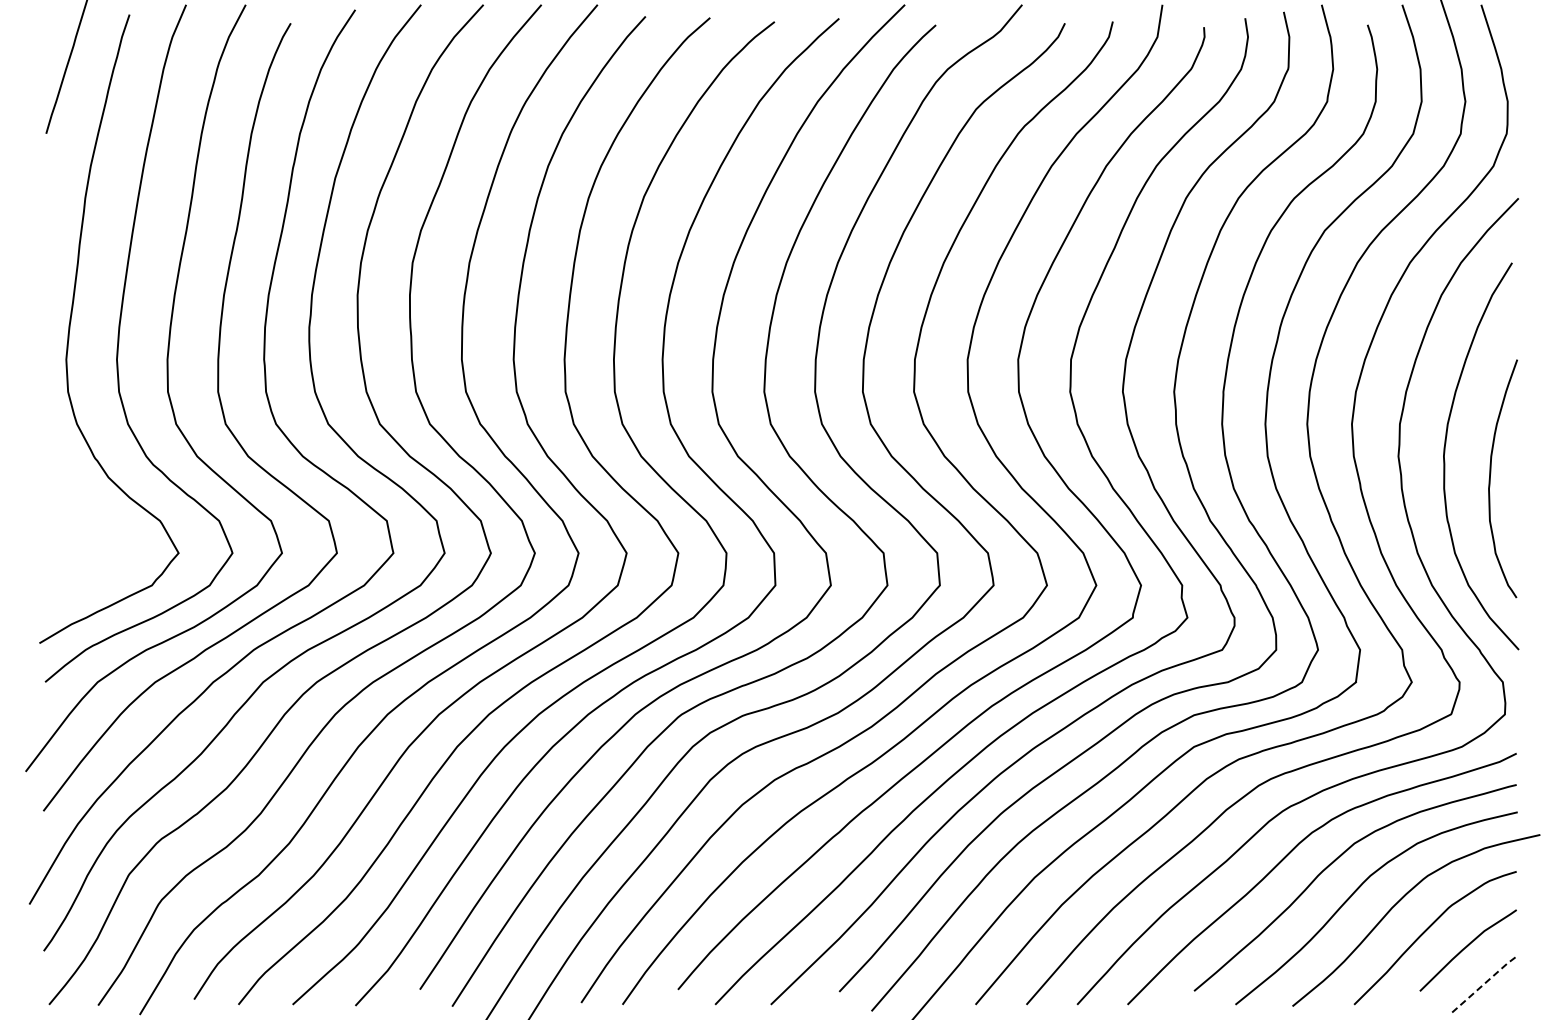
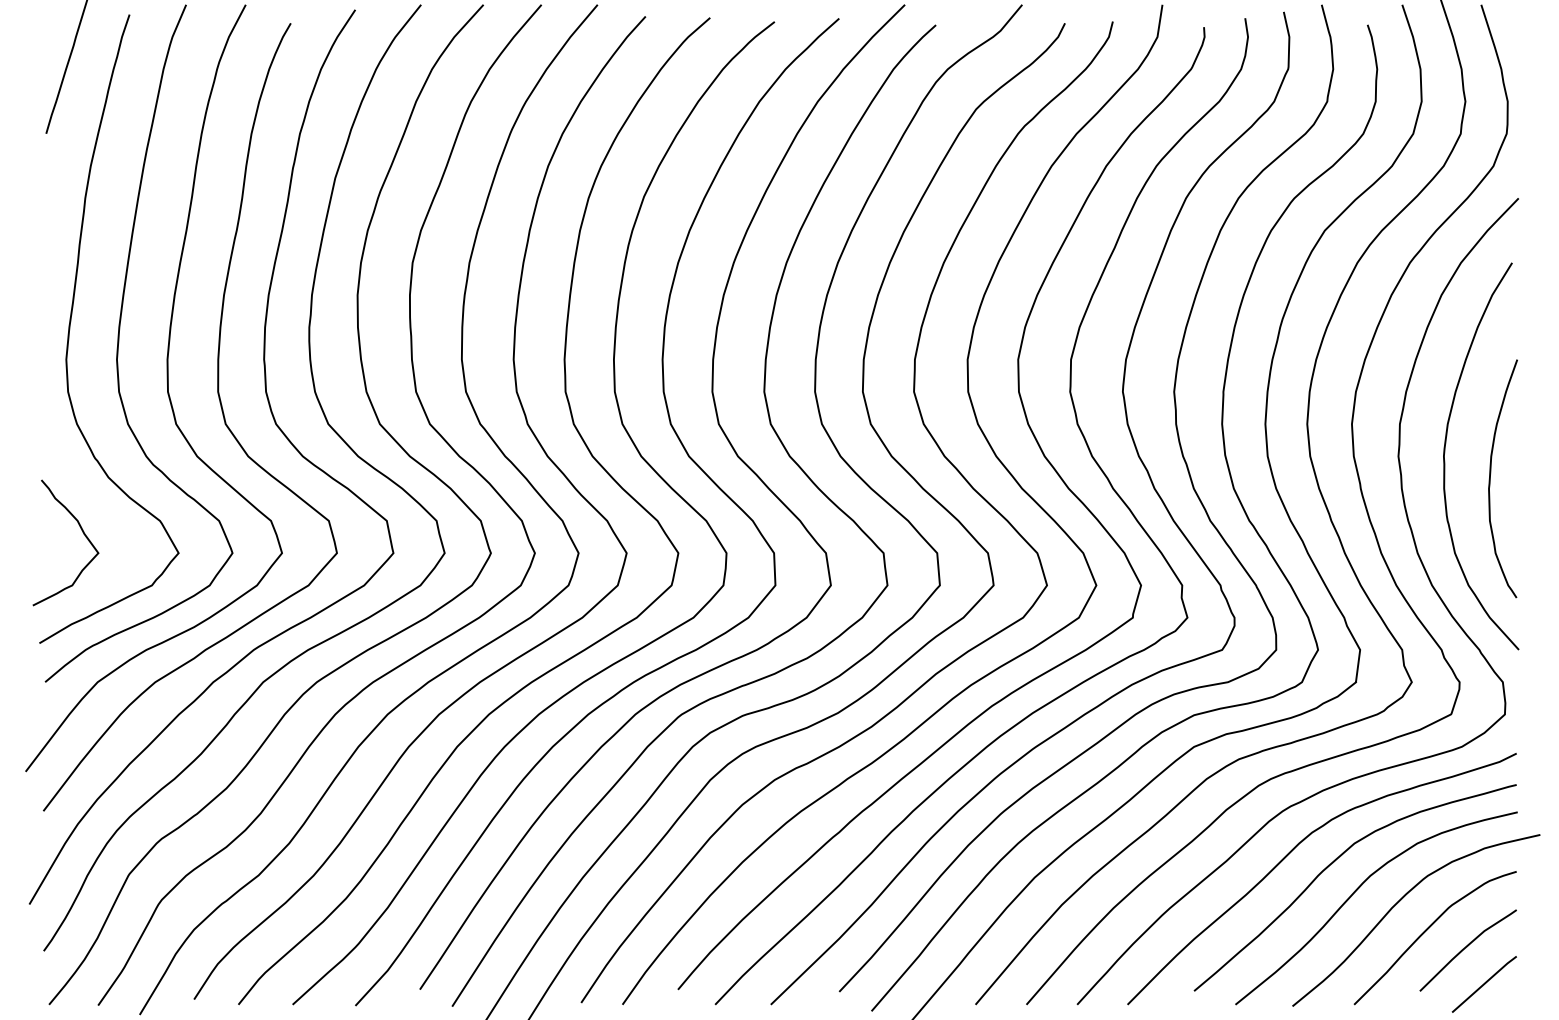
curve at (83, 534): none -> present
line at (1484, 983): dashed -> solid
